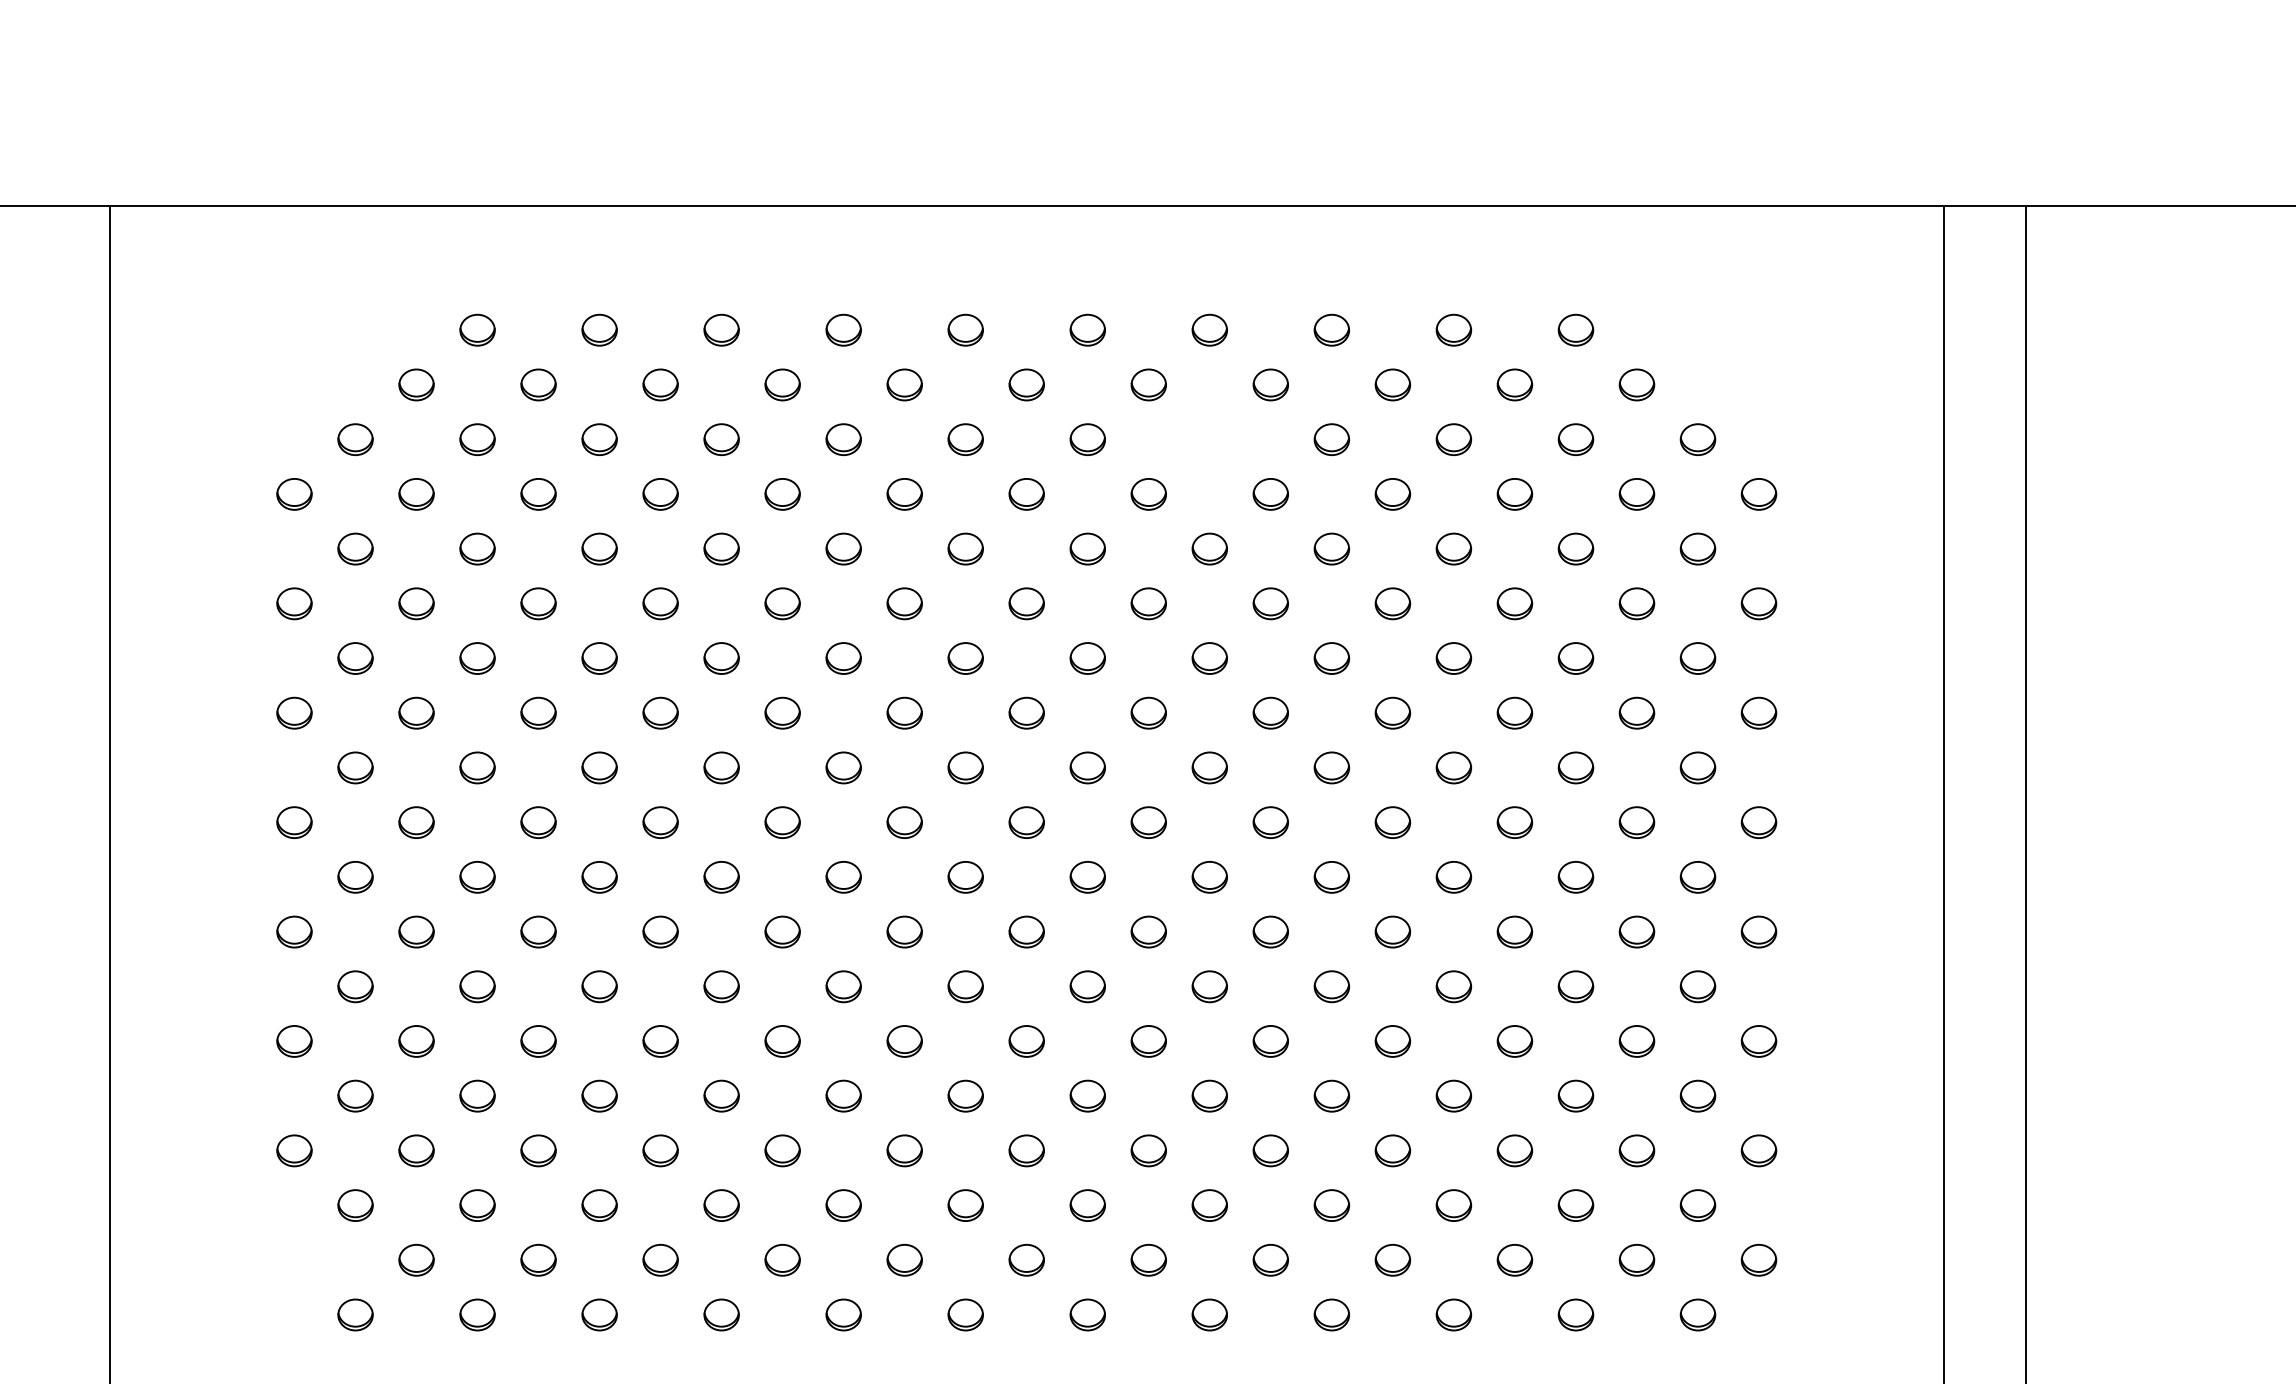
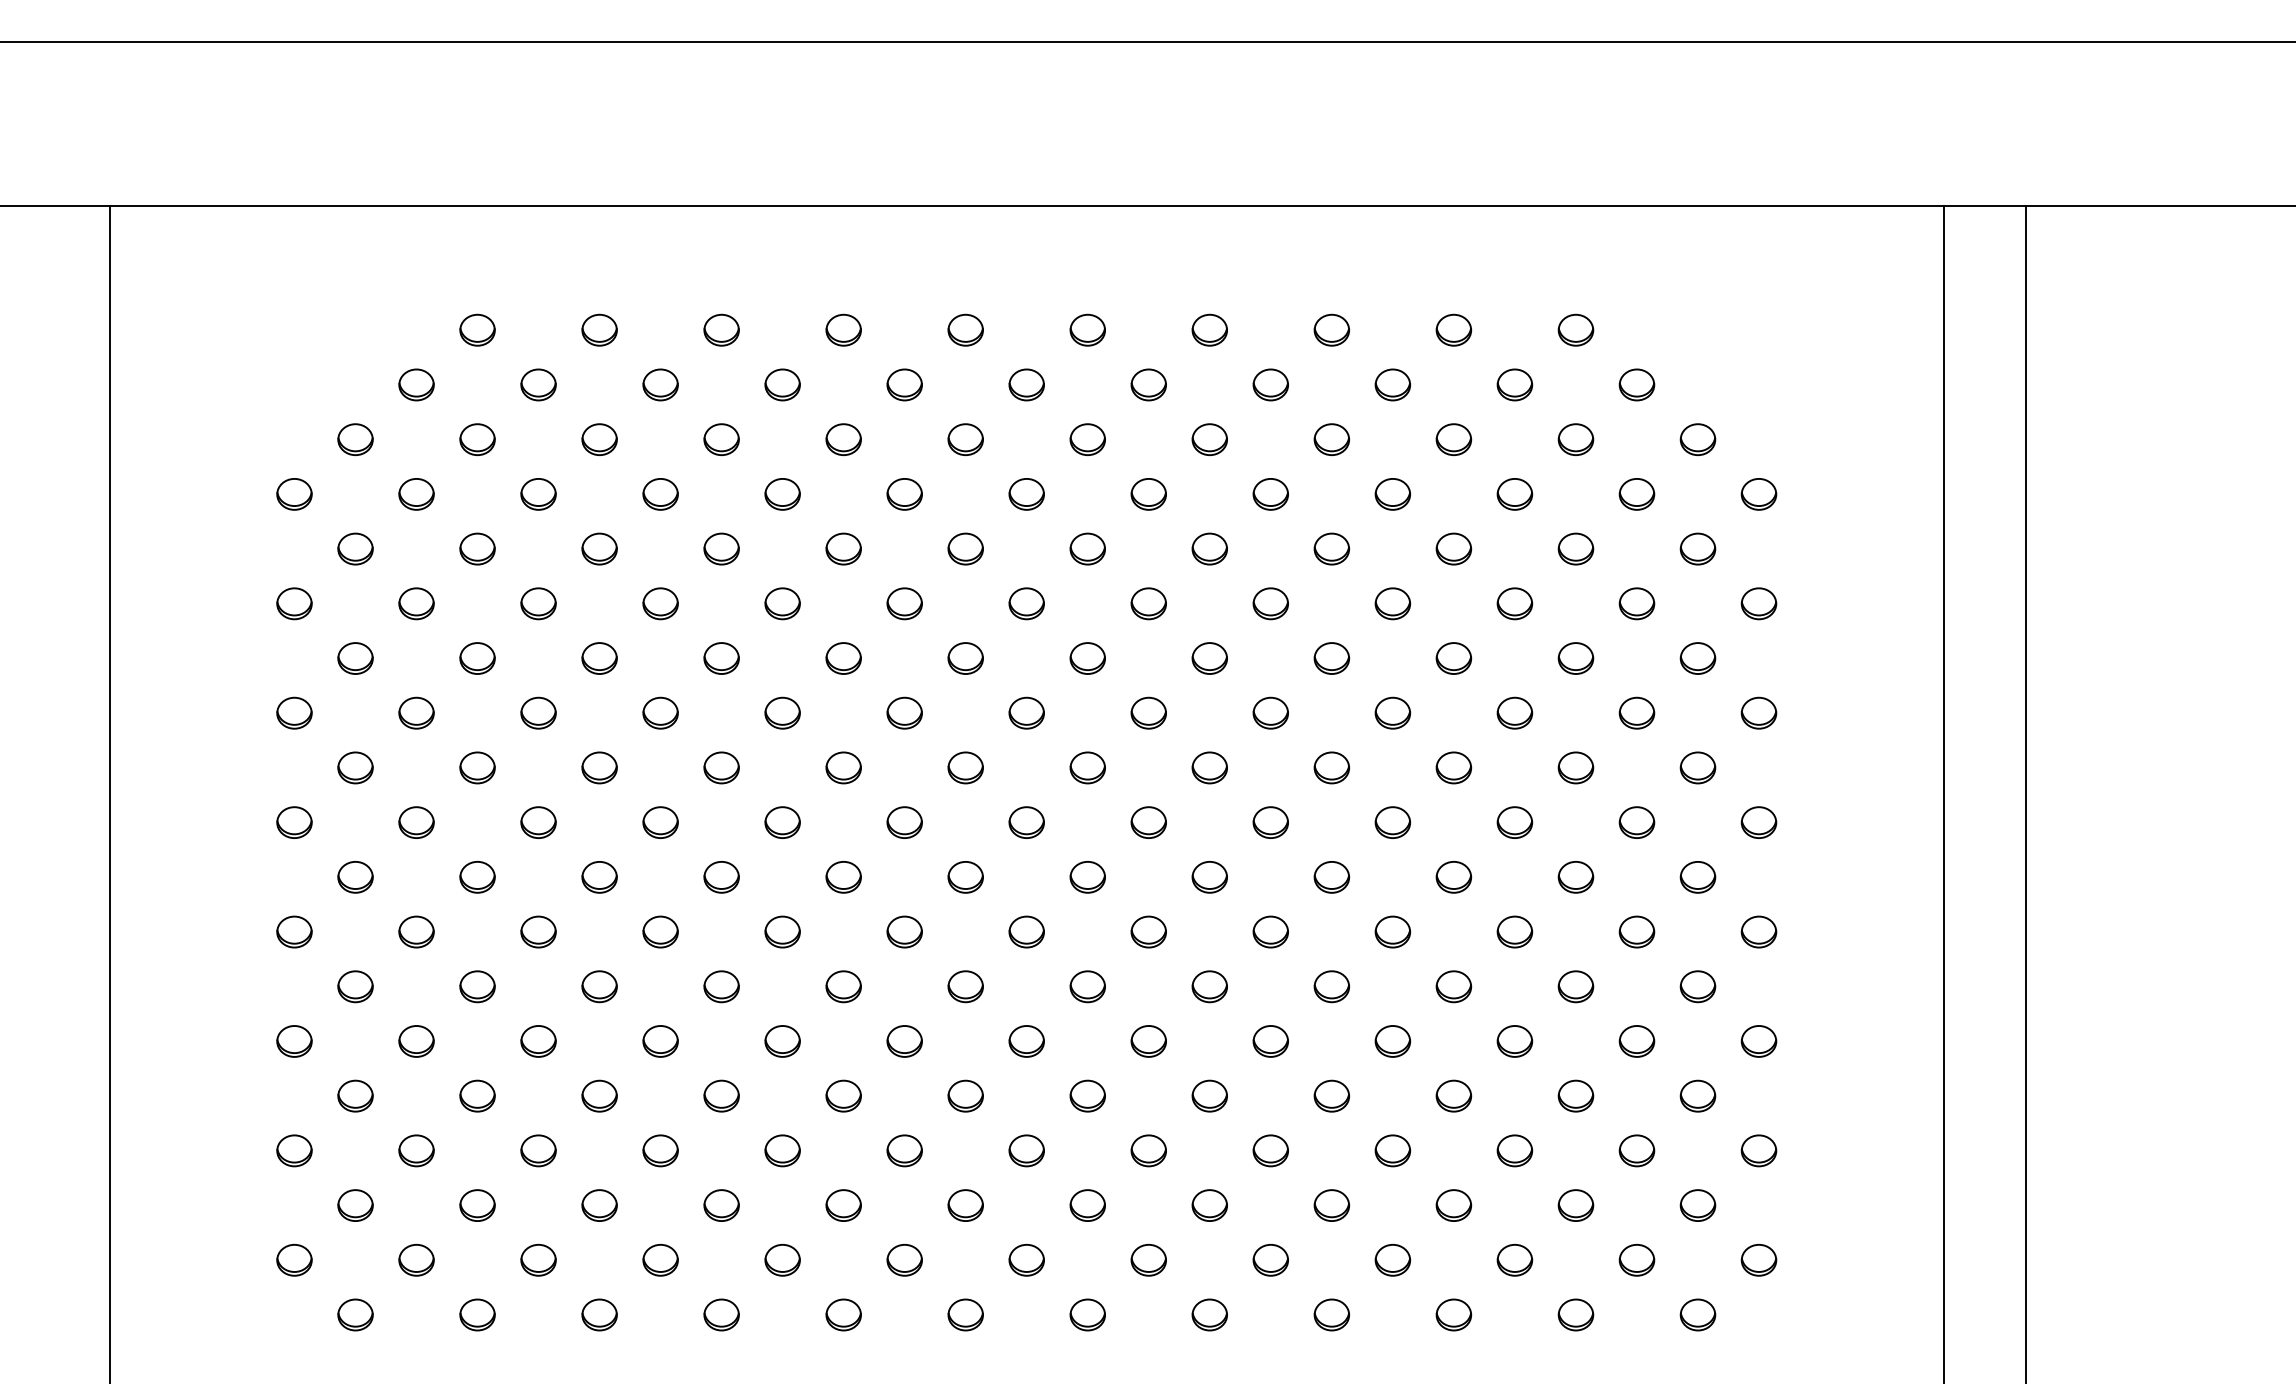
line at (1147, 41): none -> present
part at (1209, 439): none -> present
part at (294, 1259): none -> present
